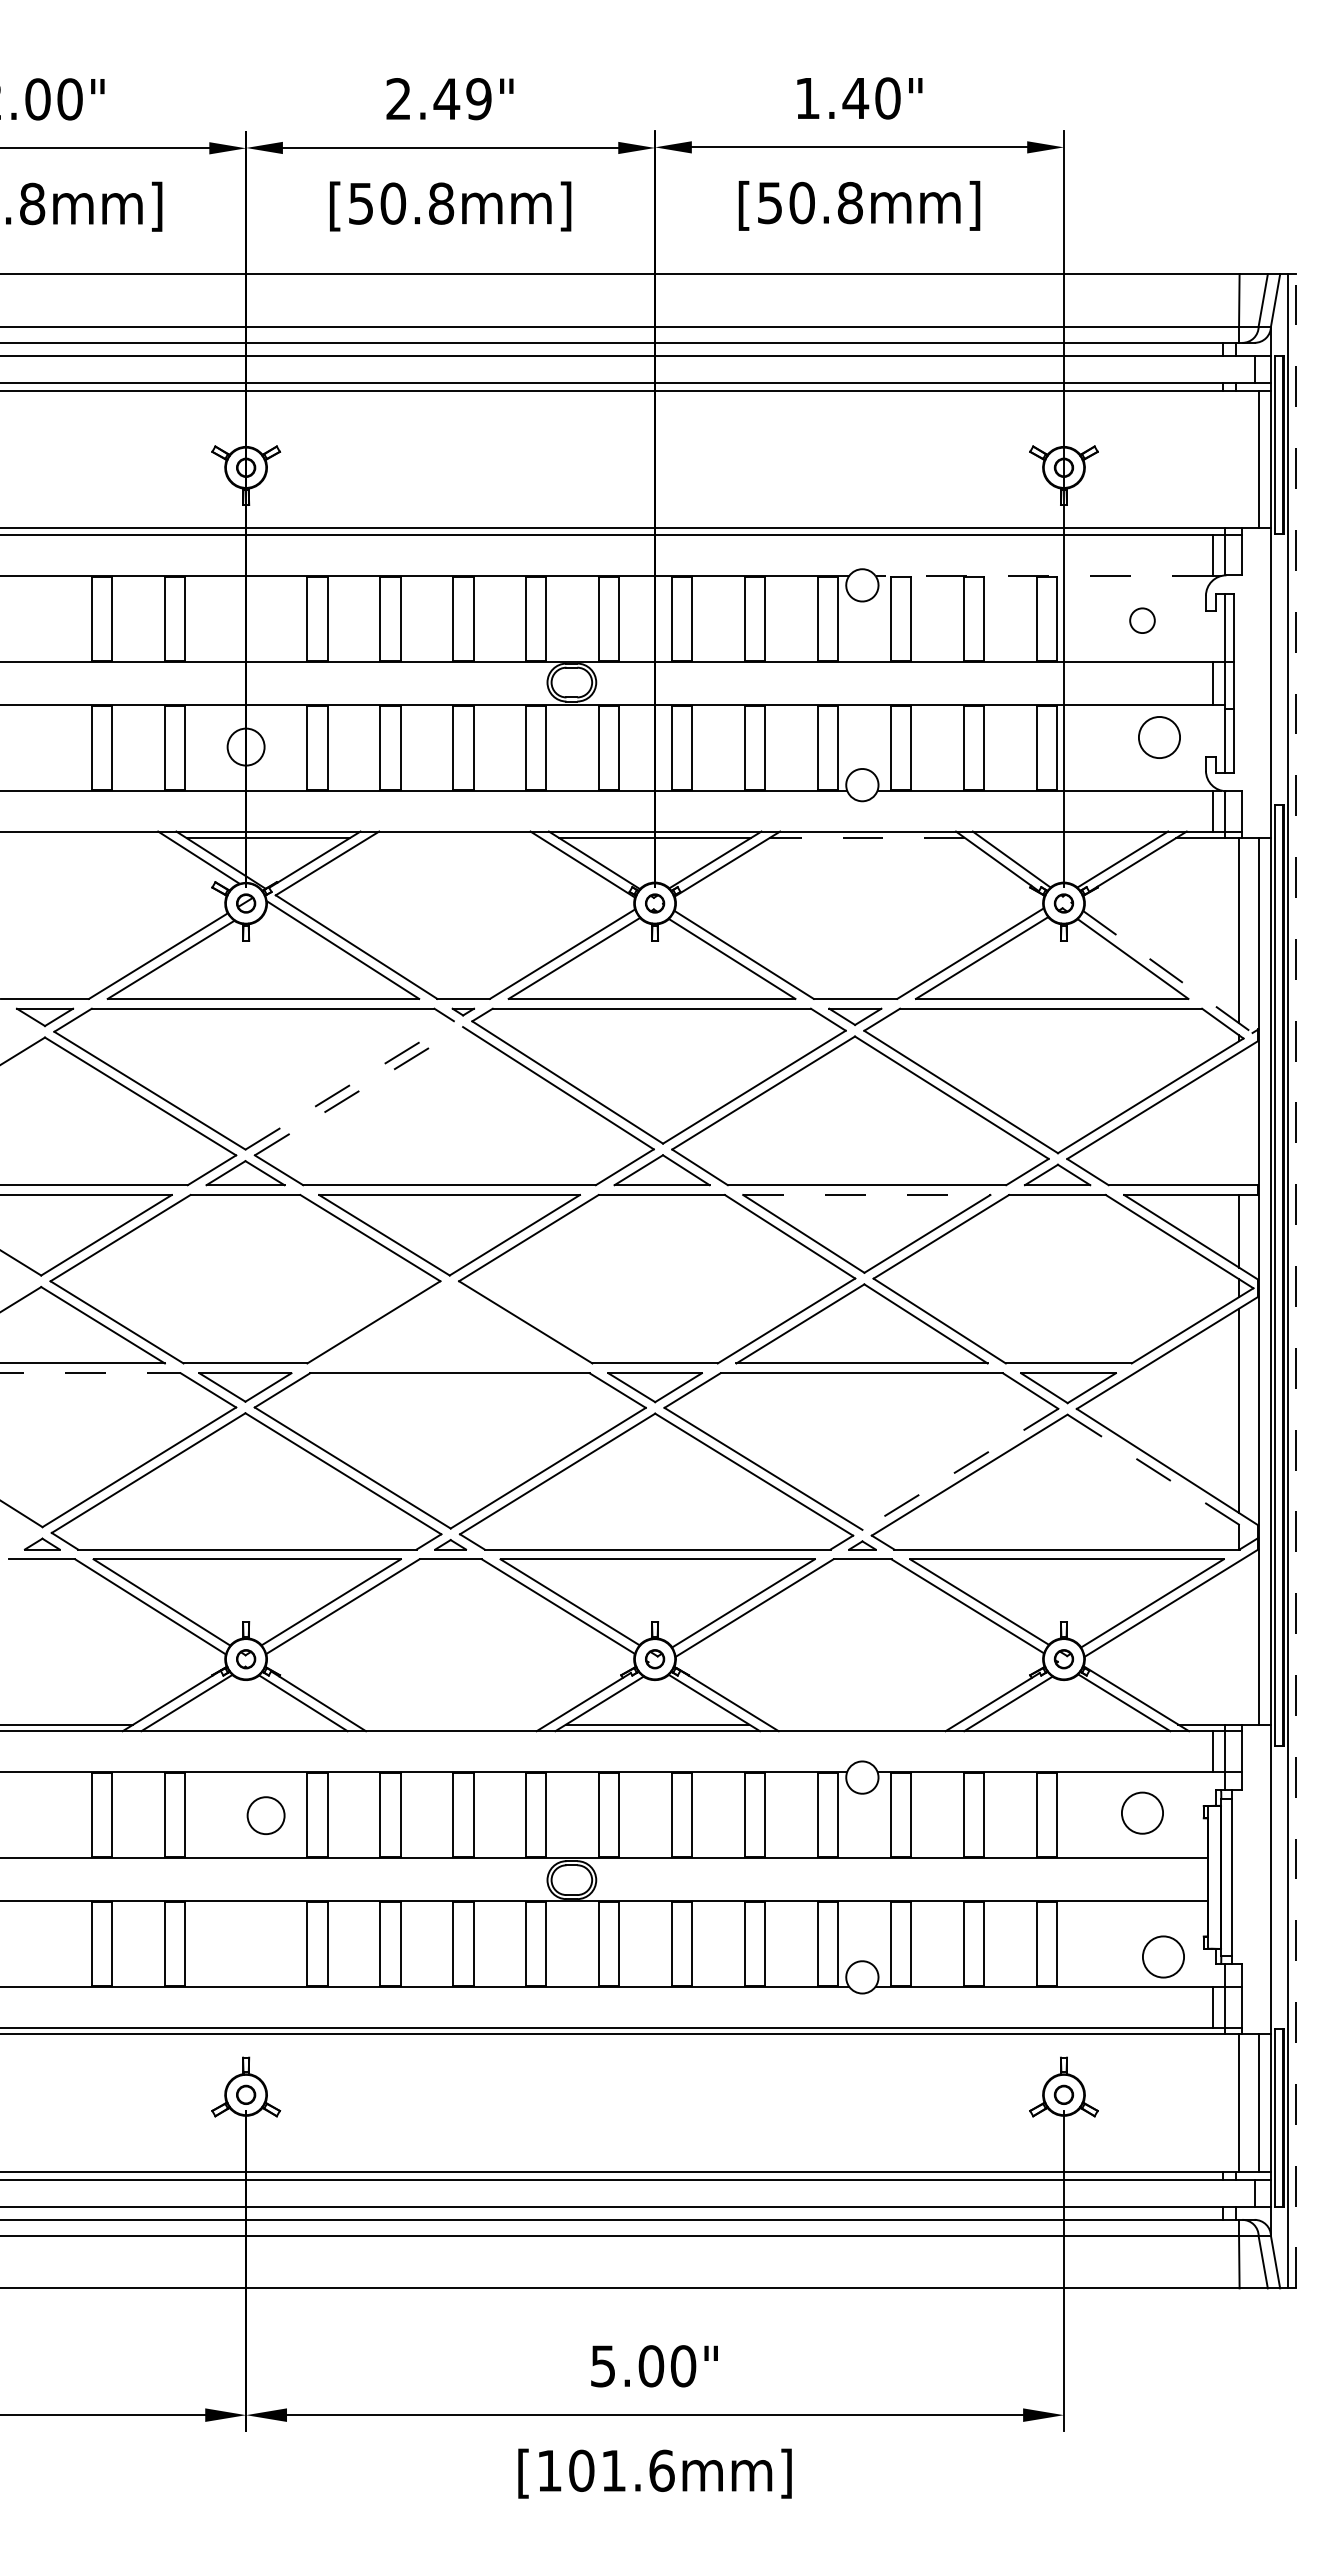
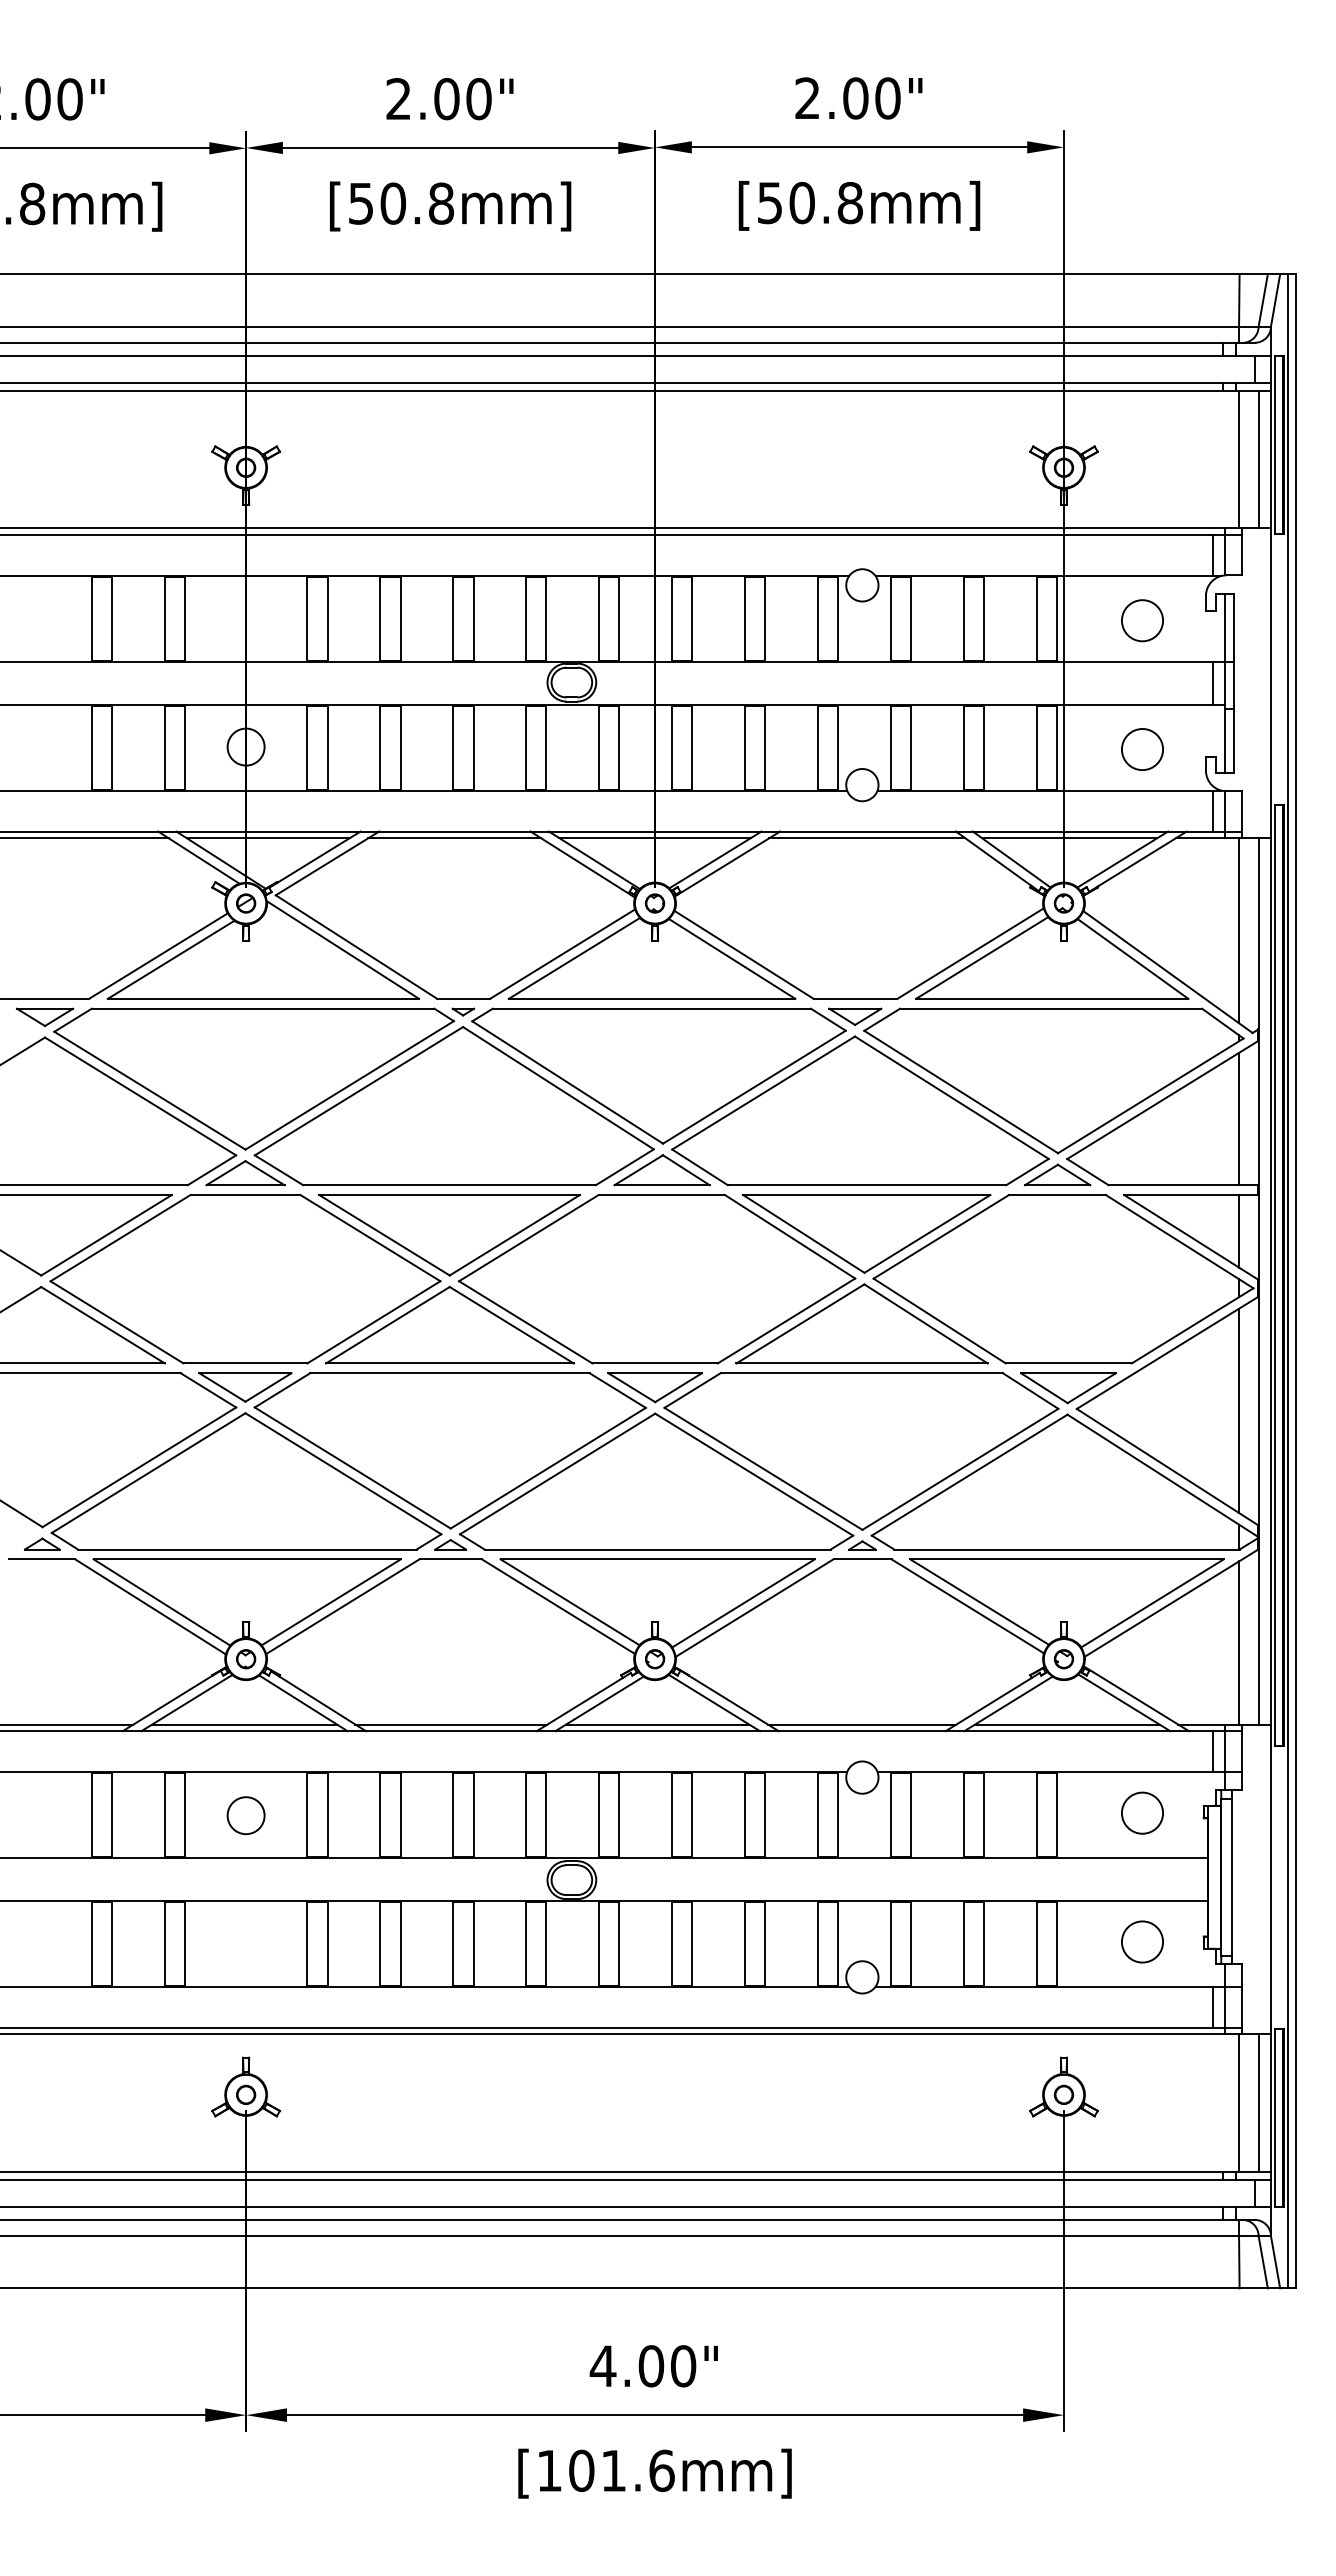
text at (832, 98): 1.40" -> 2.00"
text at (462, 99): 2.49" -> 2.00"
line at (1239, 459): none -> present
line at (1044, 575): dashed -> solid
circle at (1142, 620) diameter: 25 px -> 41 px
circle at (1159, 737) position: (1159, 737) -> (1142, 749)
line at (85, 838): none -> present
line at (454, 838): none -> present
line at (867, 838): dashed -> solid
line at (1069, 838): none -> present
line at (1168, 972): dashed -> solid
line at (350, 1085): dashed -> solid
line at (359, 1090): dashed -> solid
line at (1239, 1118): none -> present
line at (866, 1195): dashed -> solid
line at (1295, 1281): dashed -> solid
part at (449, 1324): none -> present
line at (90, 1373): dashed -> solid
line at (960, 1469): dashed -> solid
line at (1163, 1476): dashed -> solid
line at (1239, 1642): none -> present
line at (244, 1724): none -> present
line at (451, 1724): none -> present
line at (861, 1724): none -> present
line at (1067, 1724): none -> present
circle at (265, 1815) position: (265, 1815) -> (245, 1815)
circle at (1163, 1956) position: (1163, 1956) -> (1142, 1941)
text at (602, 2366): 5.00" -> 4.00"
